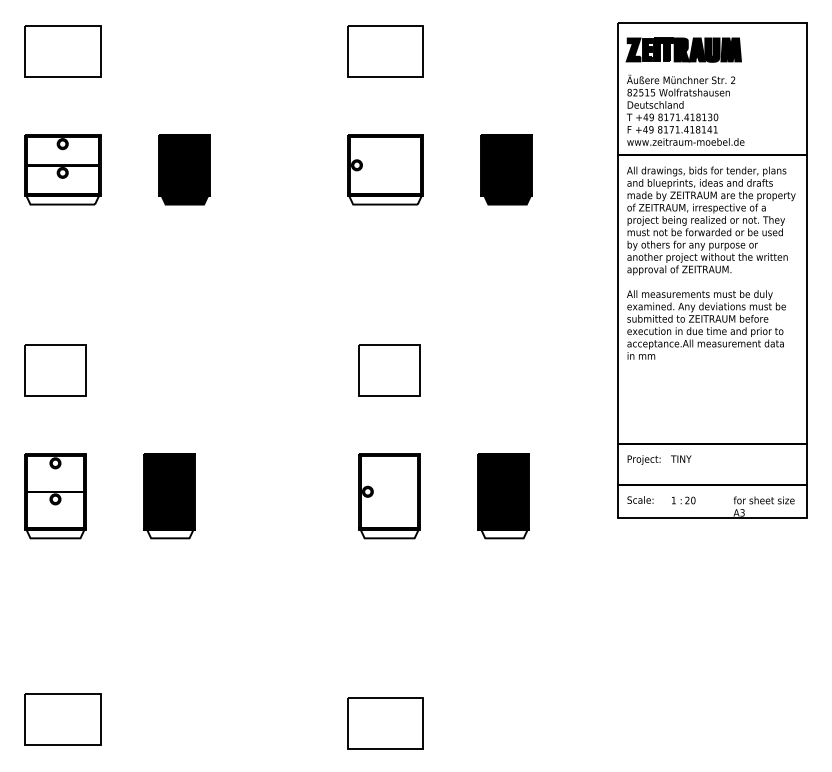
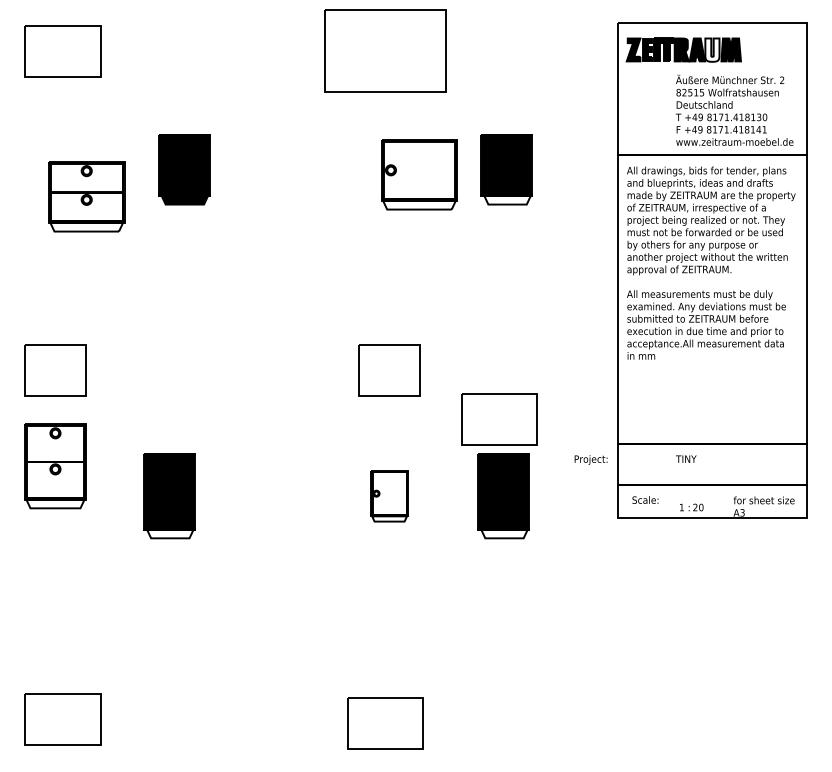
fill at (712, 49): present -> none
part at (385, 51) size: 77x53 px -> 123x84 px
text at (685, 109) position: (685, 109) -> (734, 109)
part at (62, 169) position: (62, 169) -> (86, 196)
part at (385, 169) position: (385, 169) -> (419, 174)
fill at (507, 199): present -> none
part at (499, 419): none -> present
text at (681, 458) position: (681, 458) -> (686, 458)
text at (643, 459) position: (643, 459) -> (590, 459)
part at (55, 496) position: (55, 496) -> (55, 466)
part at (389, 496) size: 63x87 px -> 39x53 px
text at (640, 499) position: (640, 499) -> (645, 499)
text at (683, 500) position: (683, 500) -> (691, 507)
